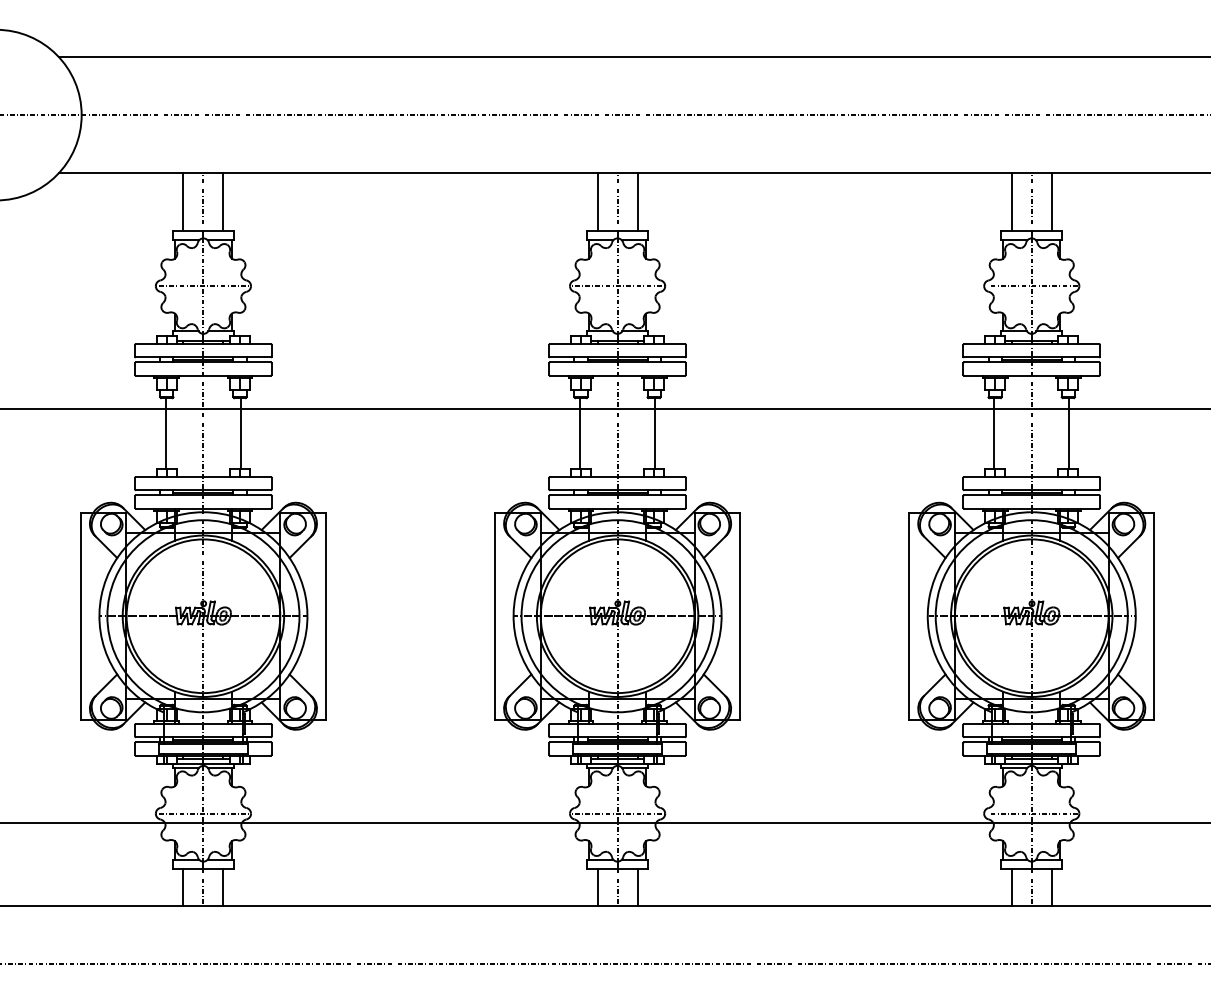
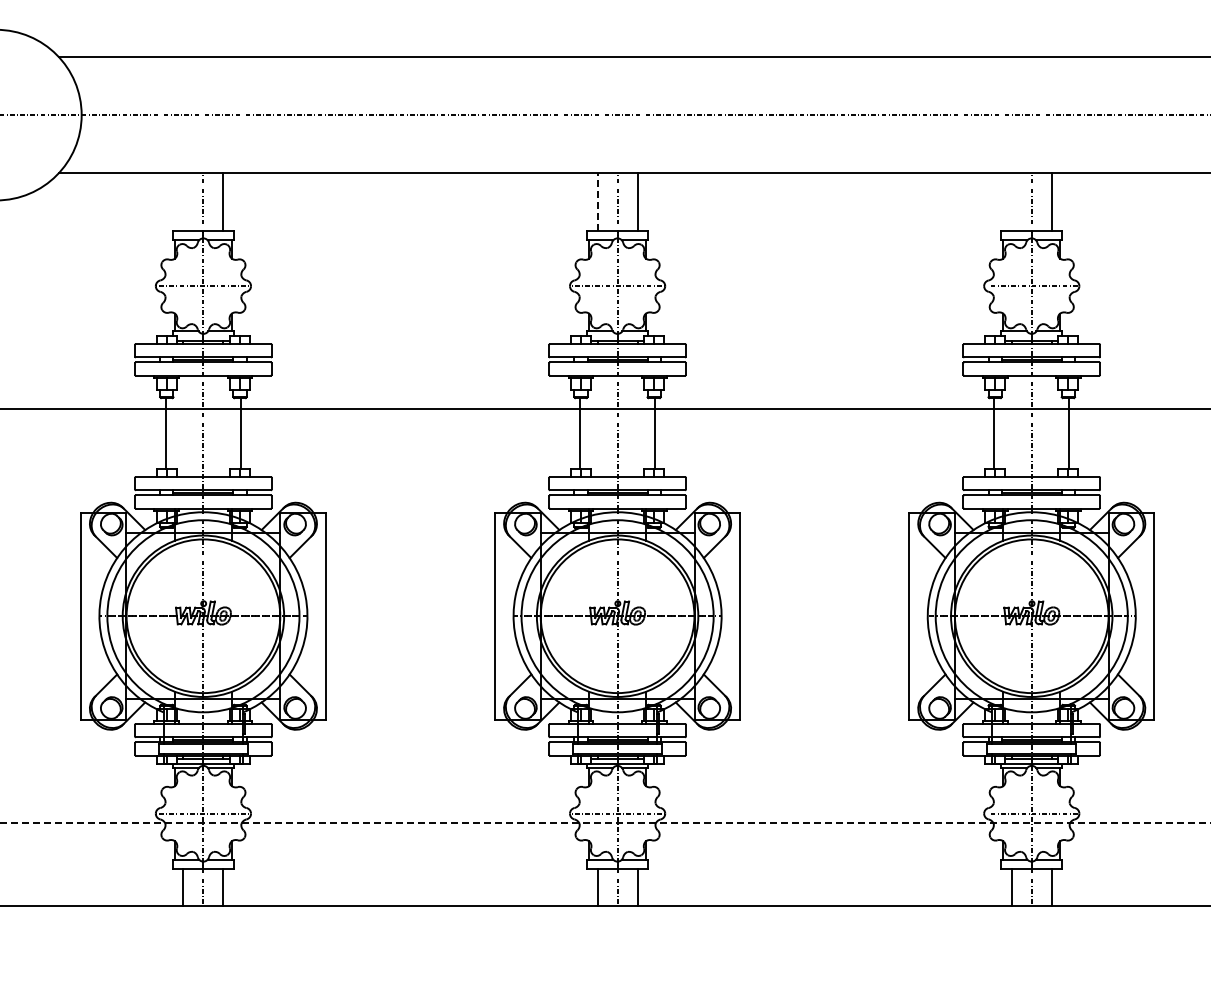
line at (597, 201): solid -> dashed
line at (183, 202): present -> none
line at (1011, 202): present -> none
line at (605, 823): solid -> dashed
line at (604, 964): present -> none
